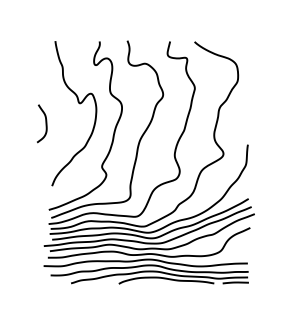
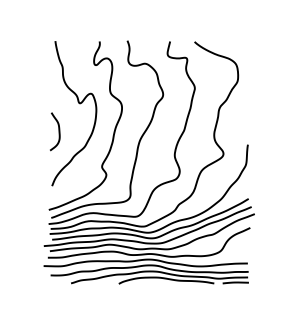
curve at (45, 123) position: (45, 123) -> (58, 131)
